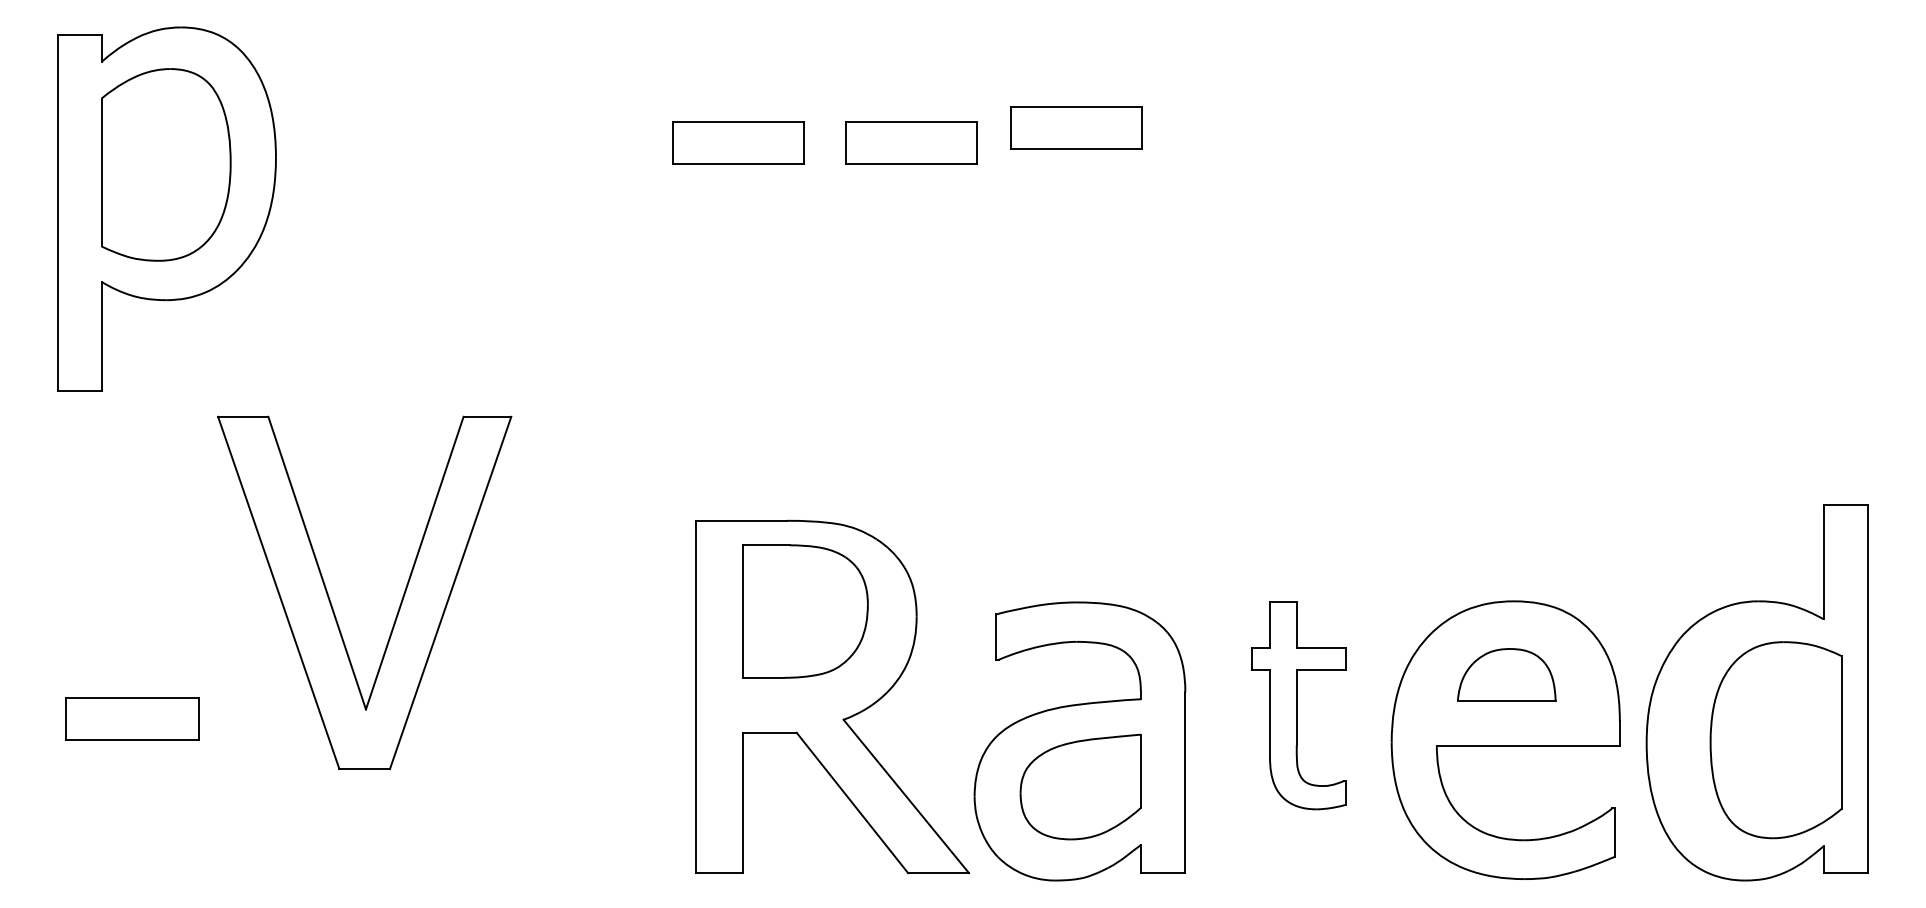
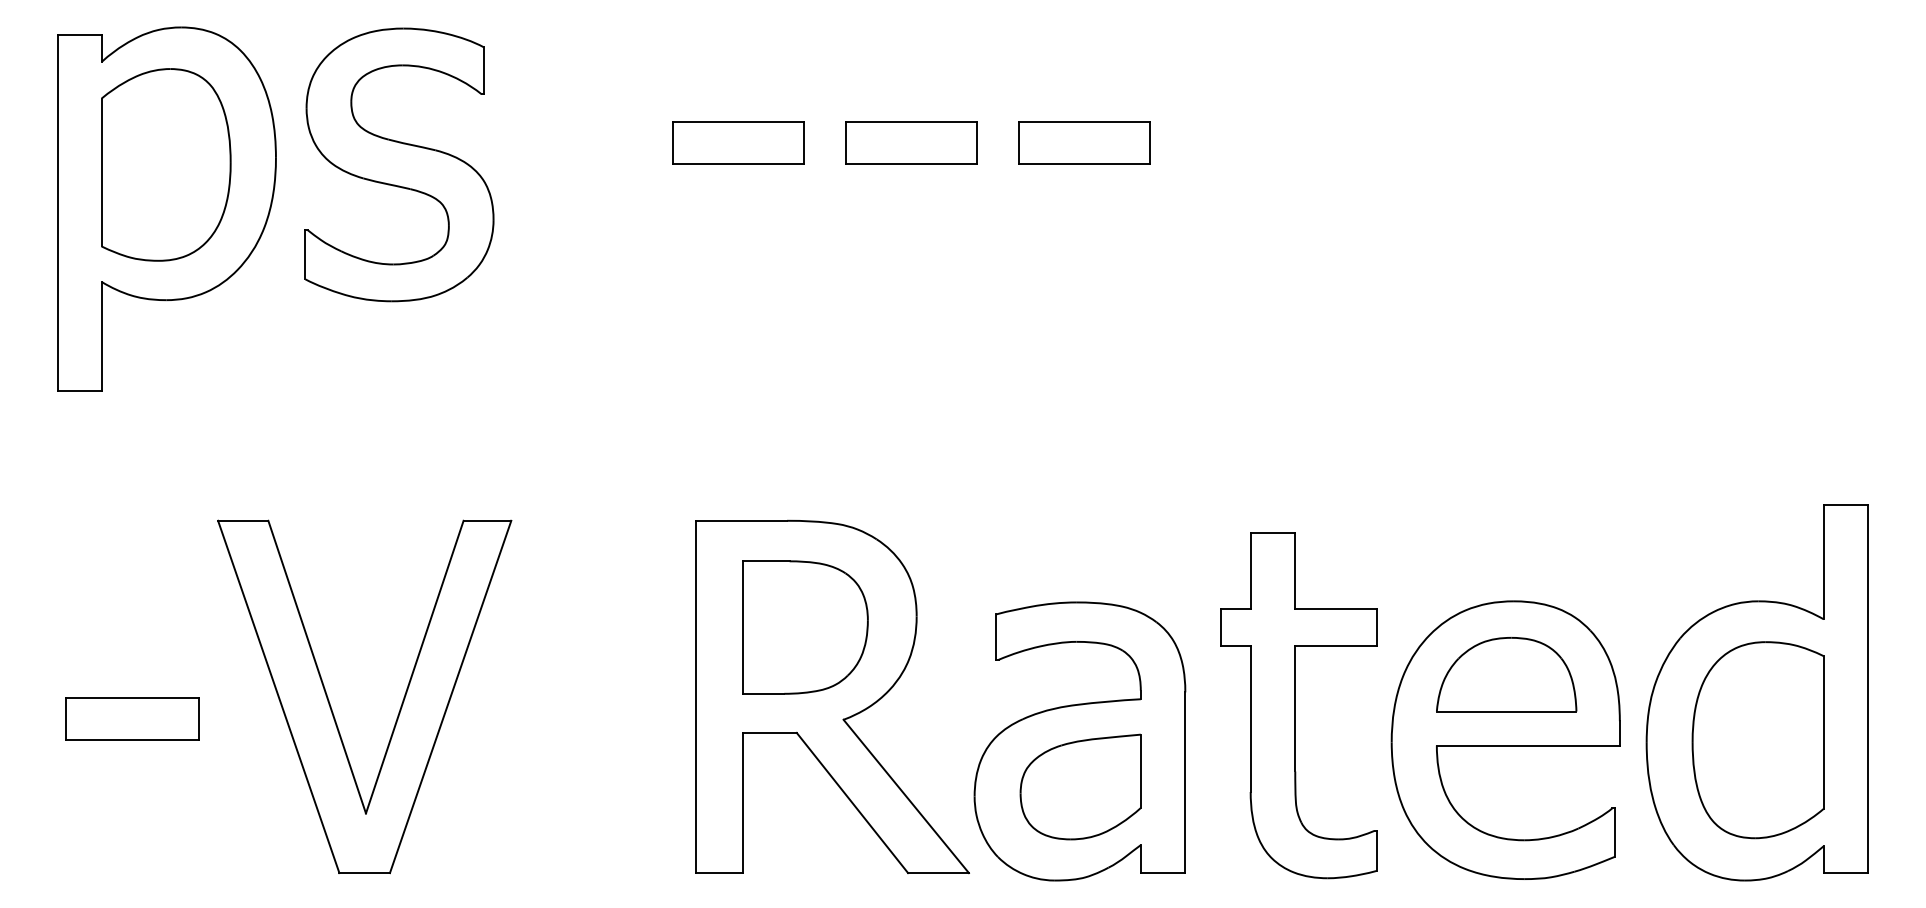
part at (1076, 127) position: (1076, 127) -> (1084, 142)
part at (399, 164): none -> present
part at (331, 602) position: (331, 602) -> (331, 706)
part at (805, 611) position: (805, 611) -> (805, 627)
part at (1506, 674) size: 100x54 px -> 142x76 px
part at (1298, 705) size: 96x210 px -> 158x348 px
part at (1775, 740) position: (1775, 740) -> (1757, 740)
